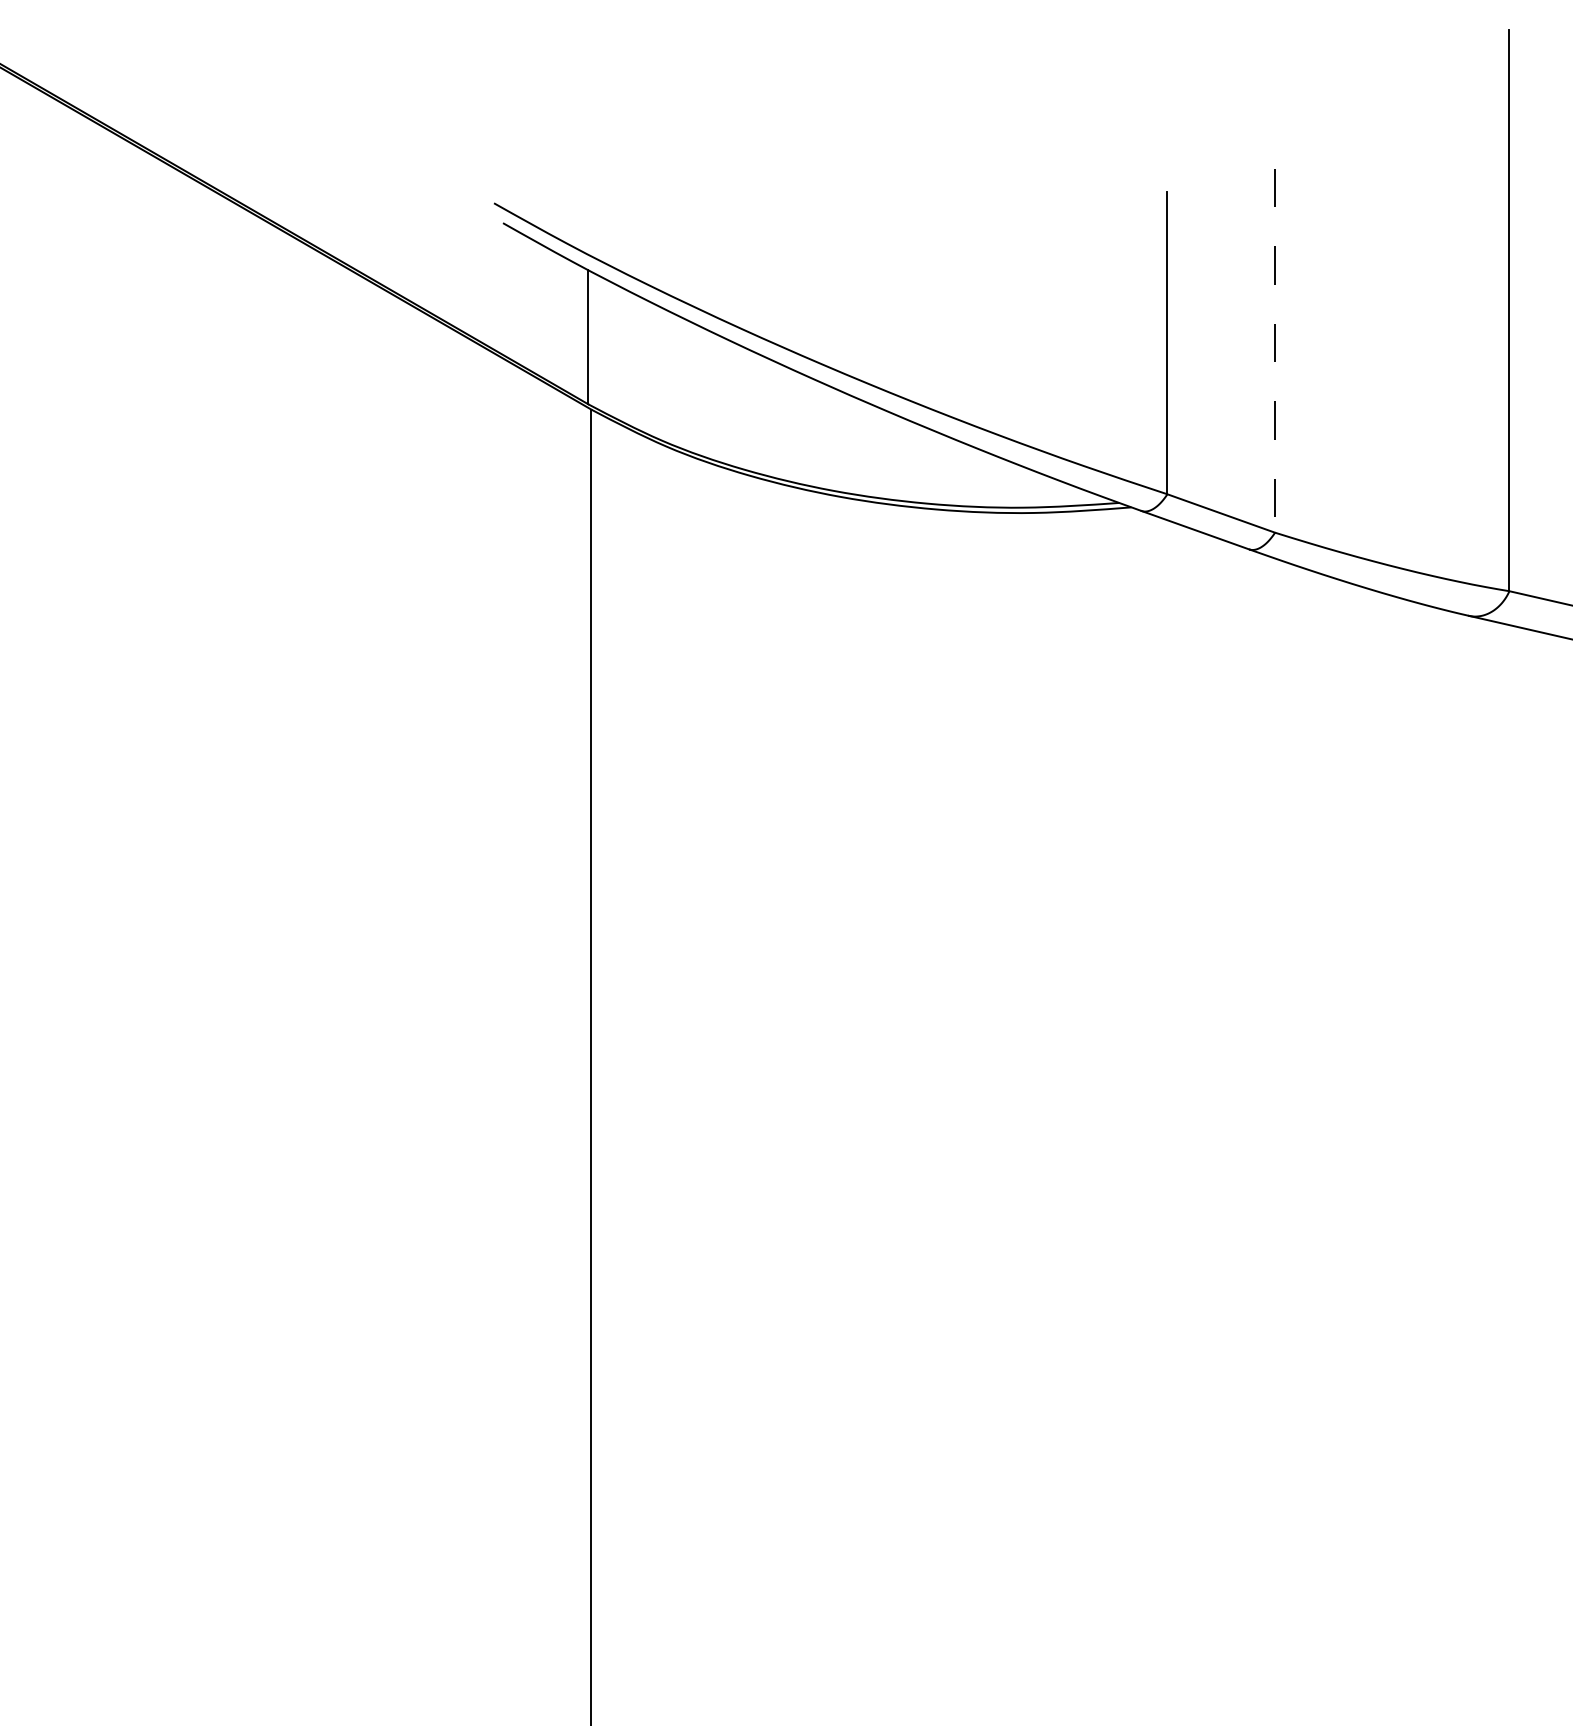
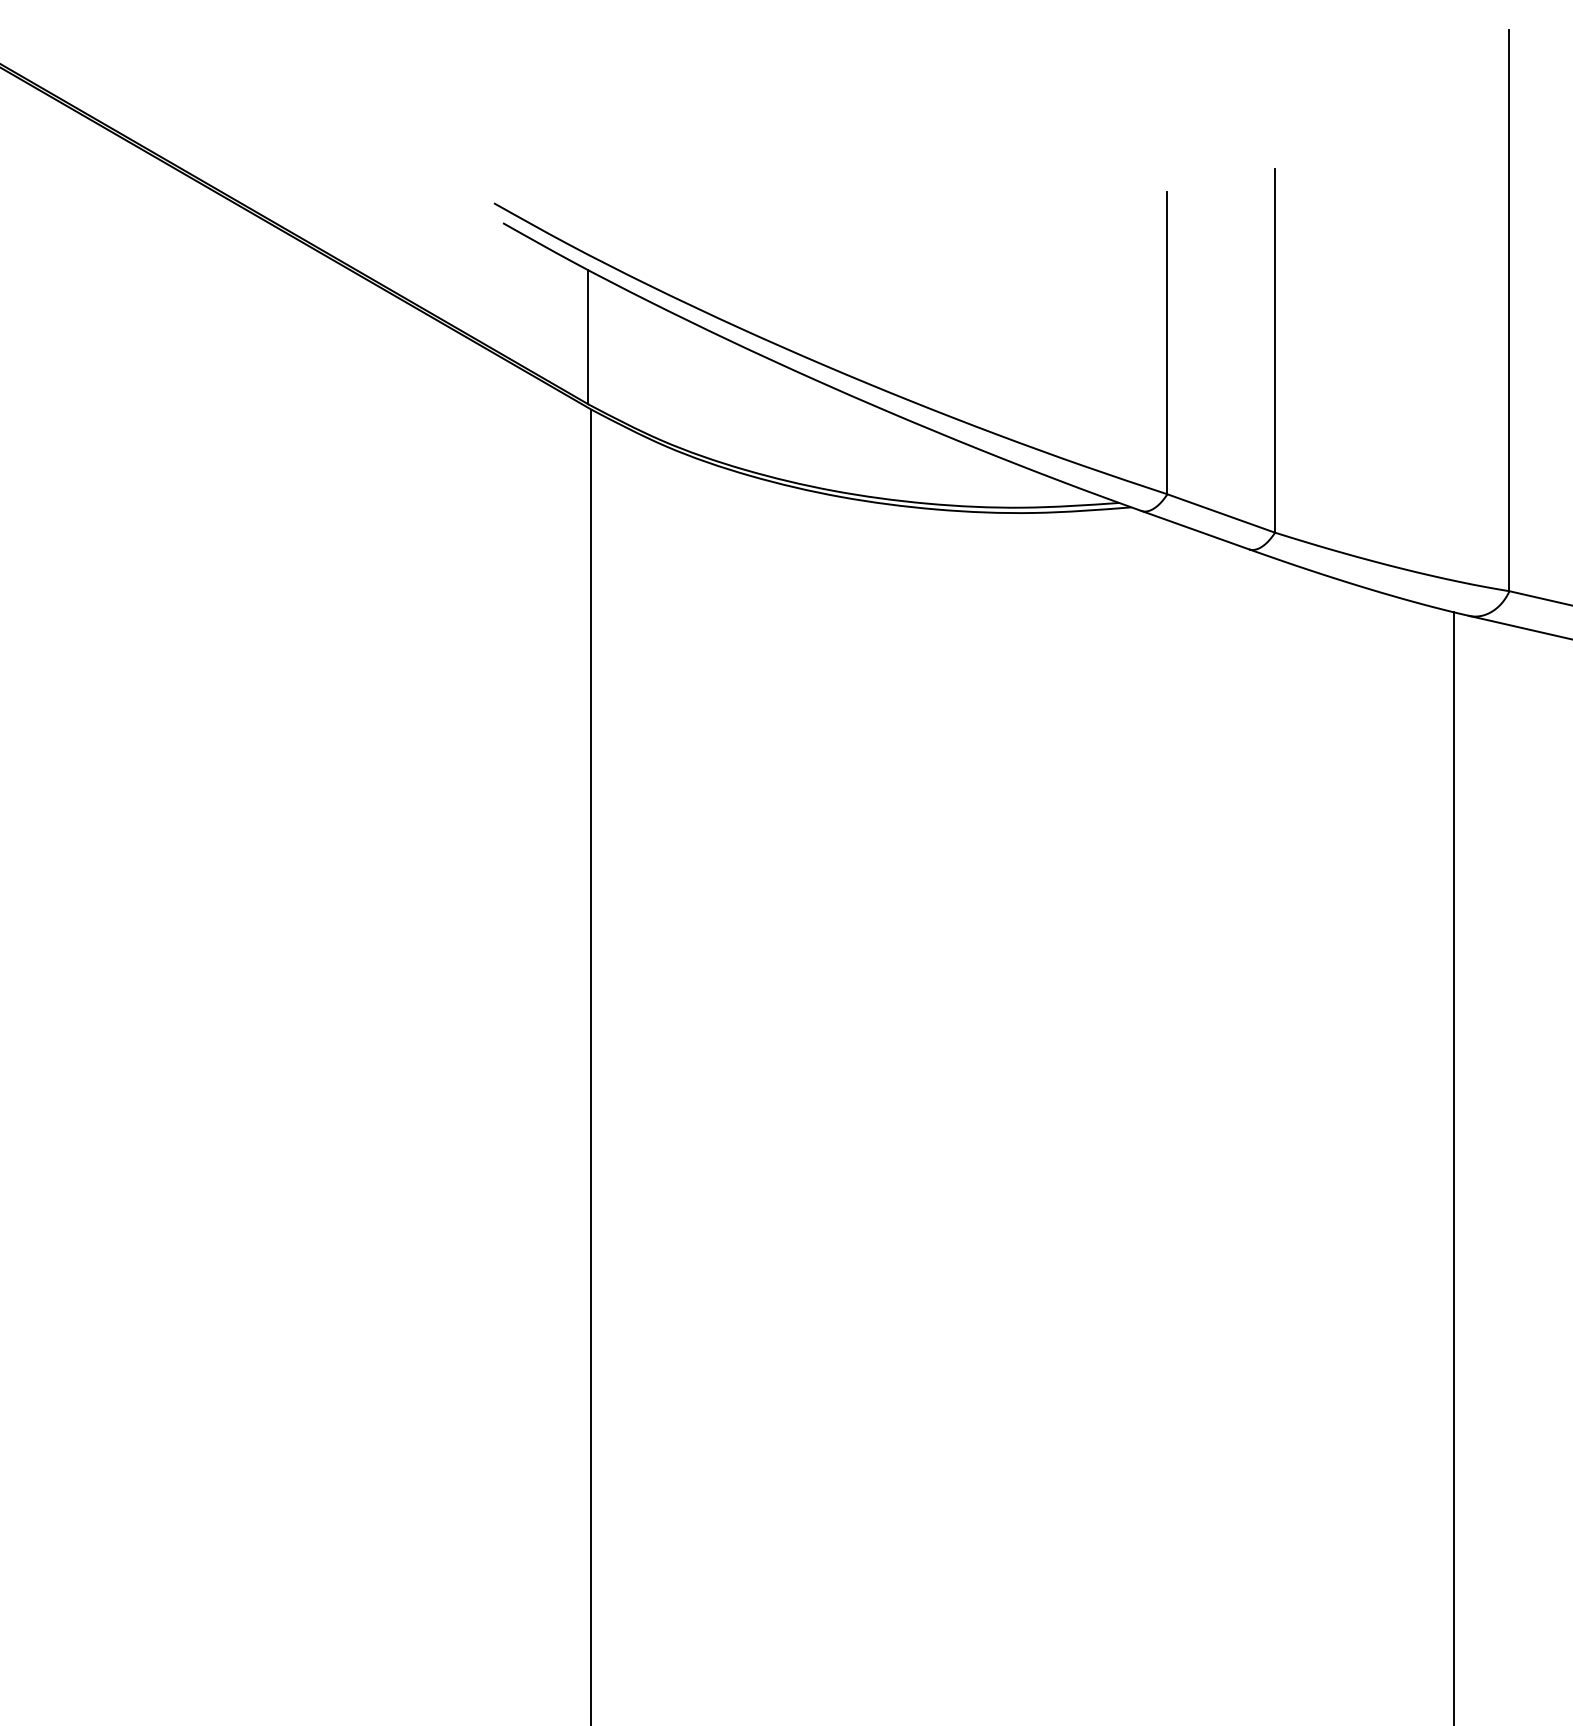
line at (1275, 351): dashed -> solid
line at (1453, 1167): none -> present
